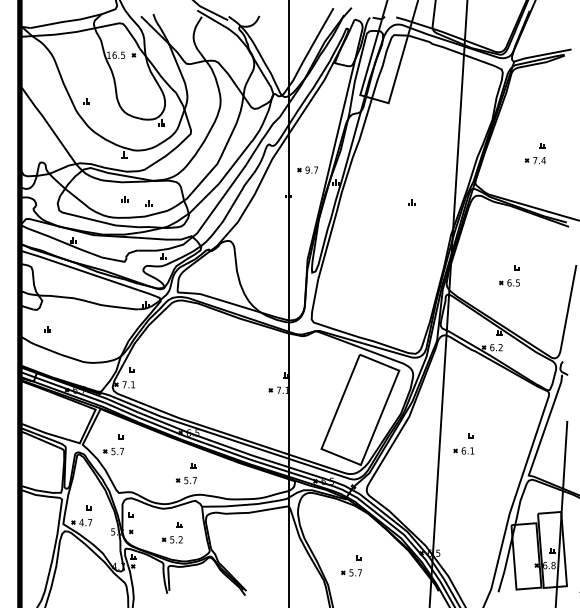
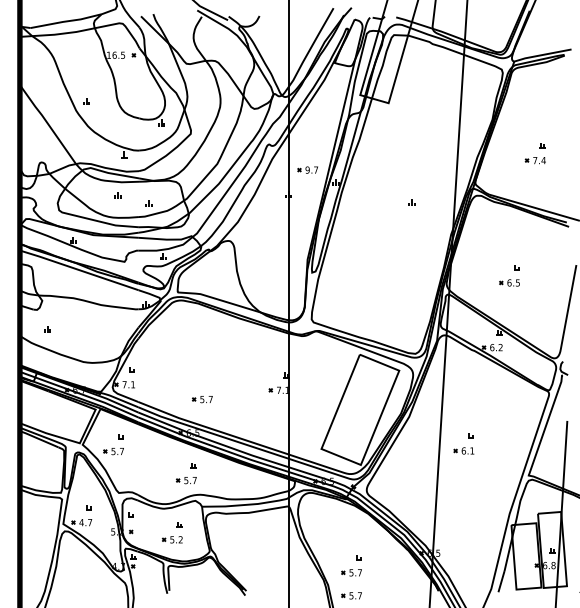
part at (124, 199) position: (124, 199) -> (117, 195)
part at (202, 399): none -> present
part at (351, 595): none -> present
